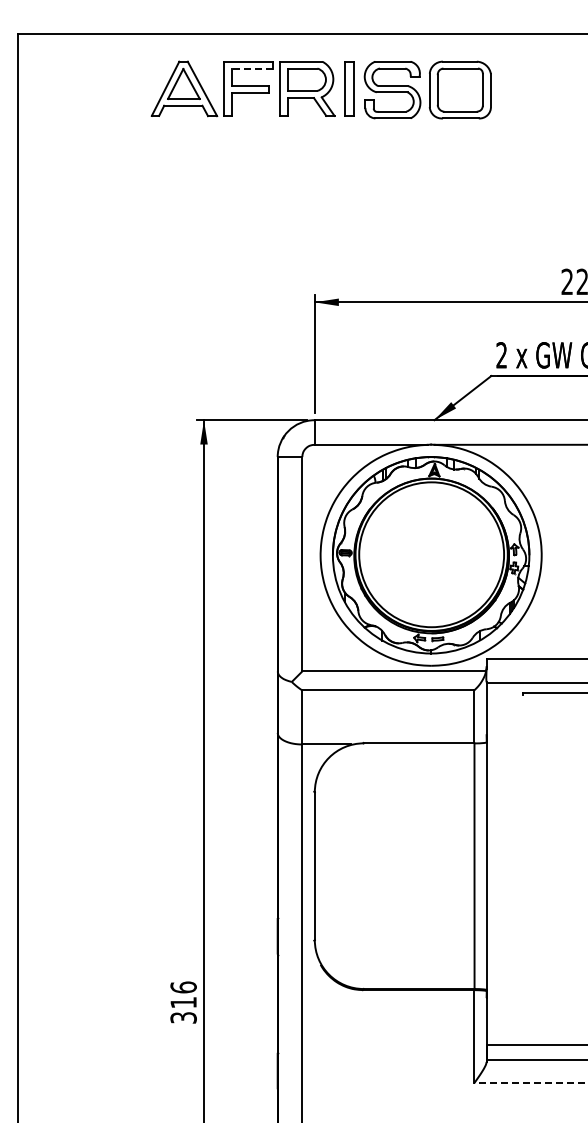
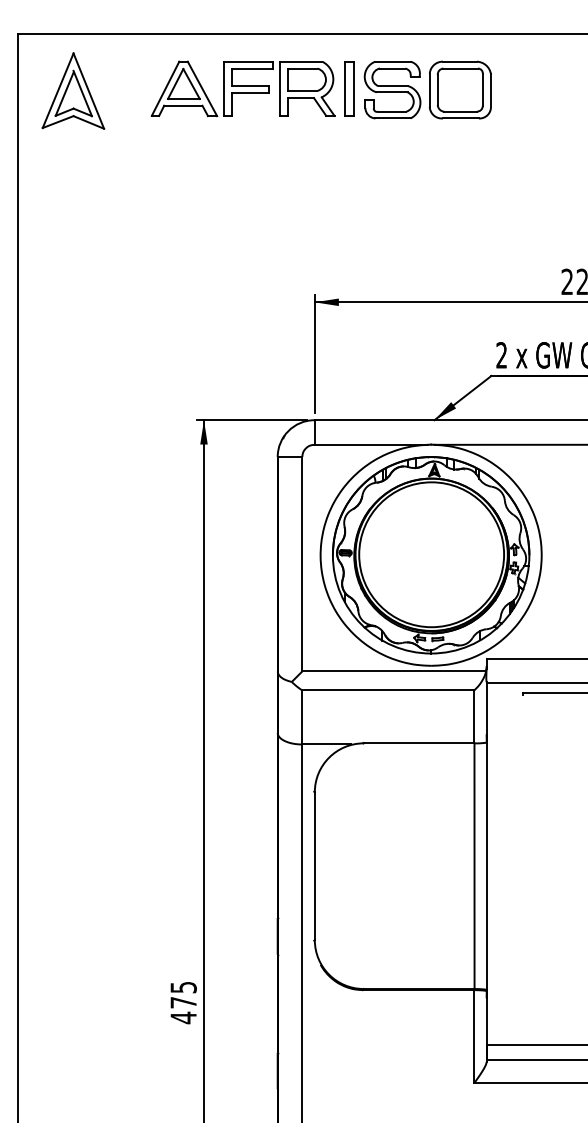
line at (252, 68): dashed -> solid
part at (73, 90): none -> present
text at (183, 1002): 316 -> 475
line at (531, 1083): dashed -> solid
